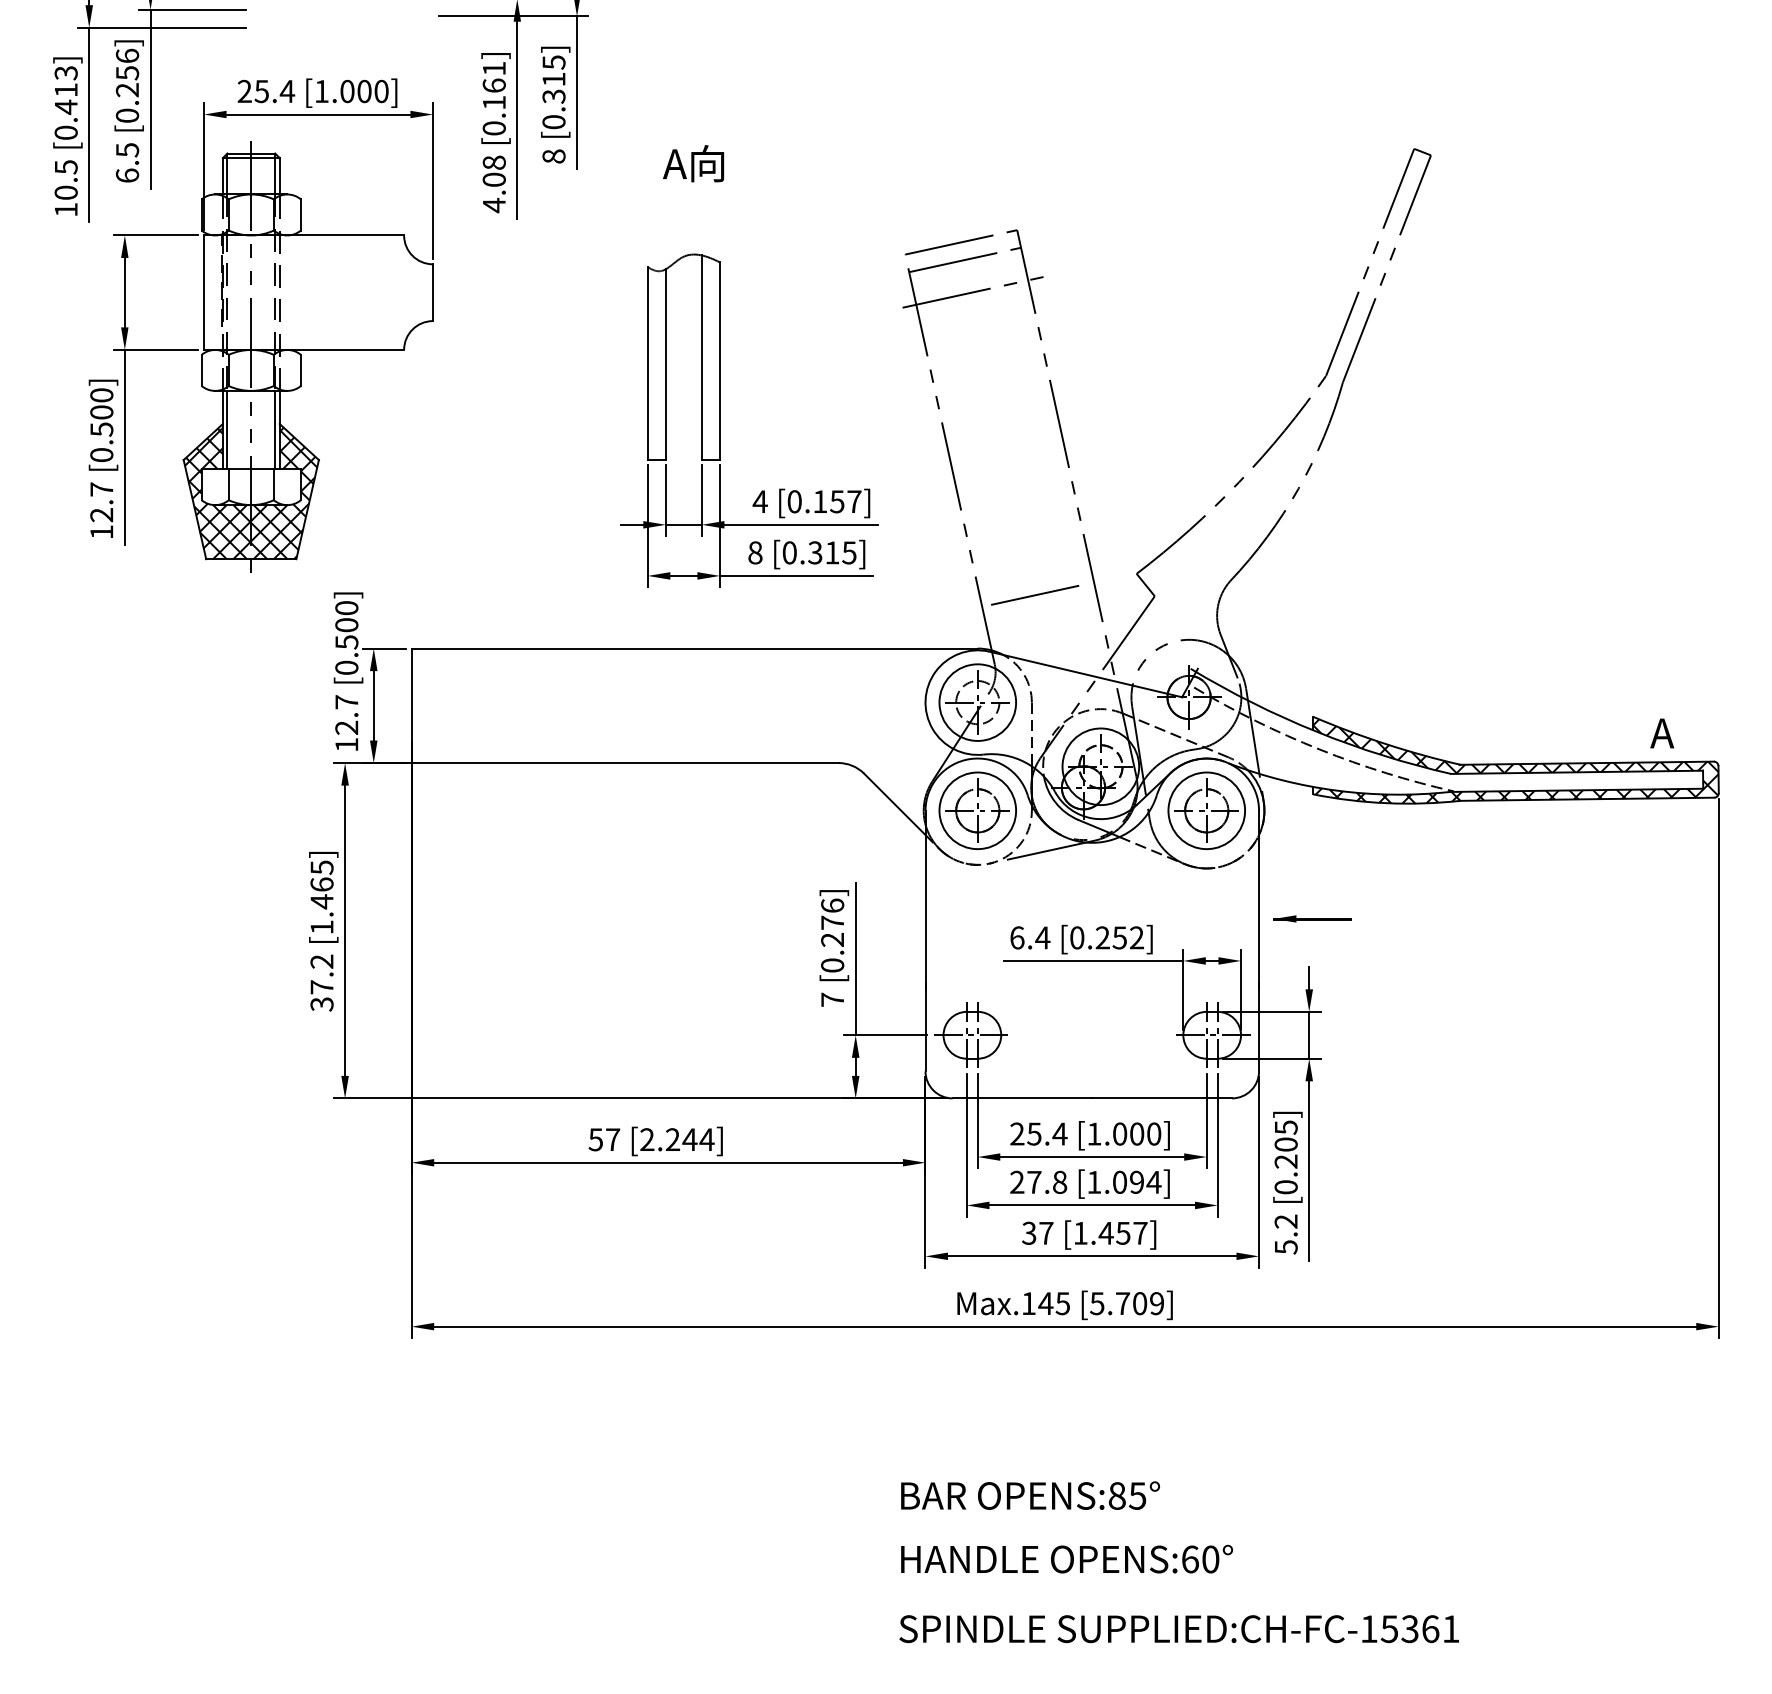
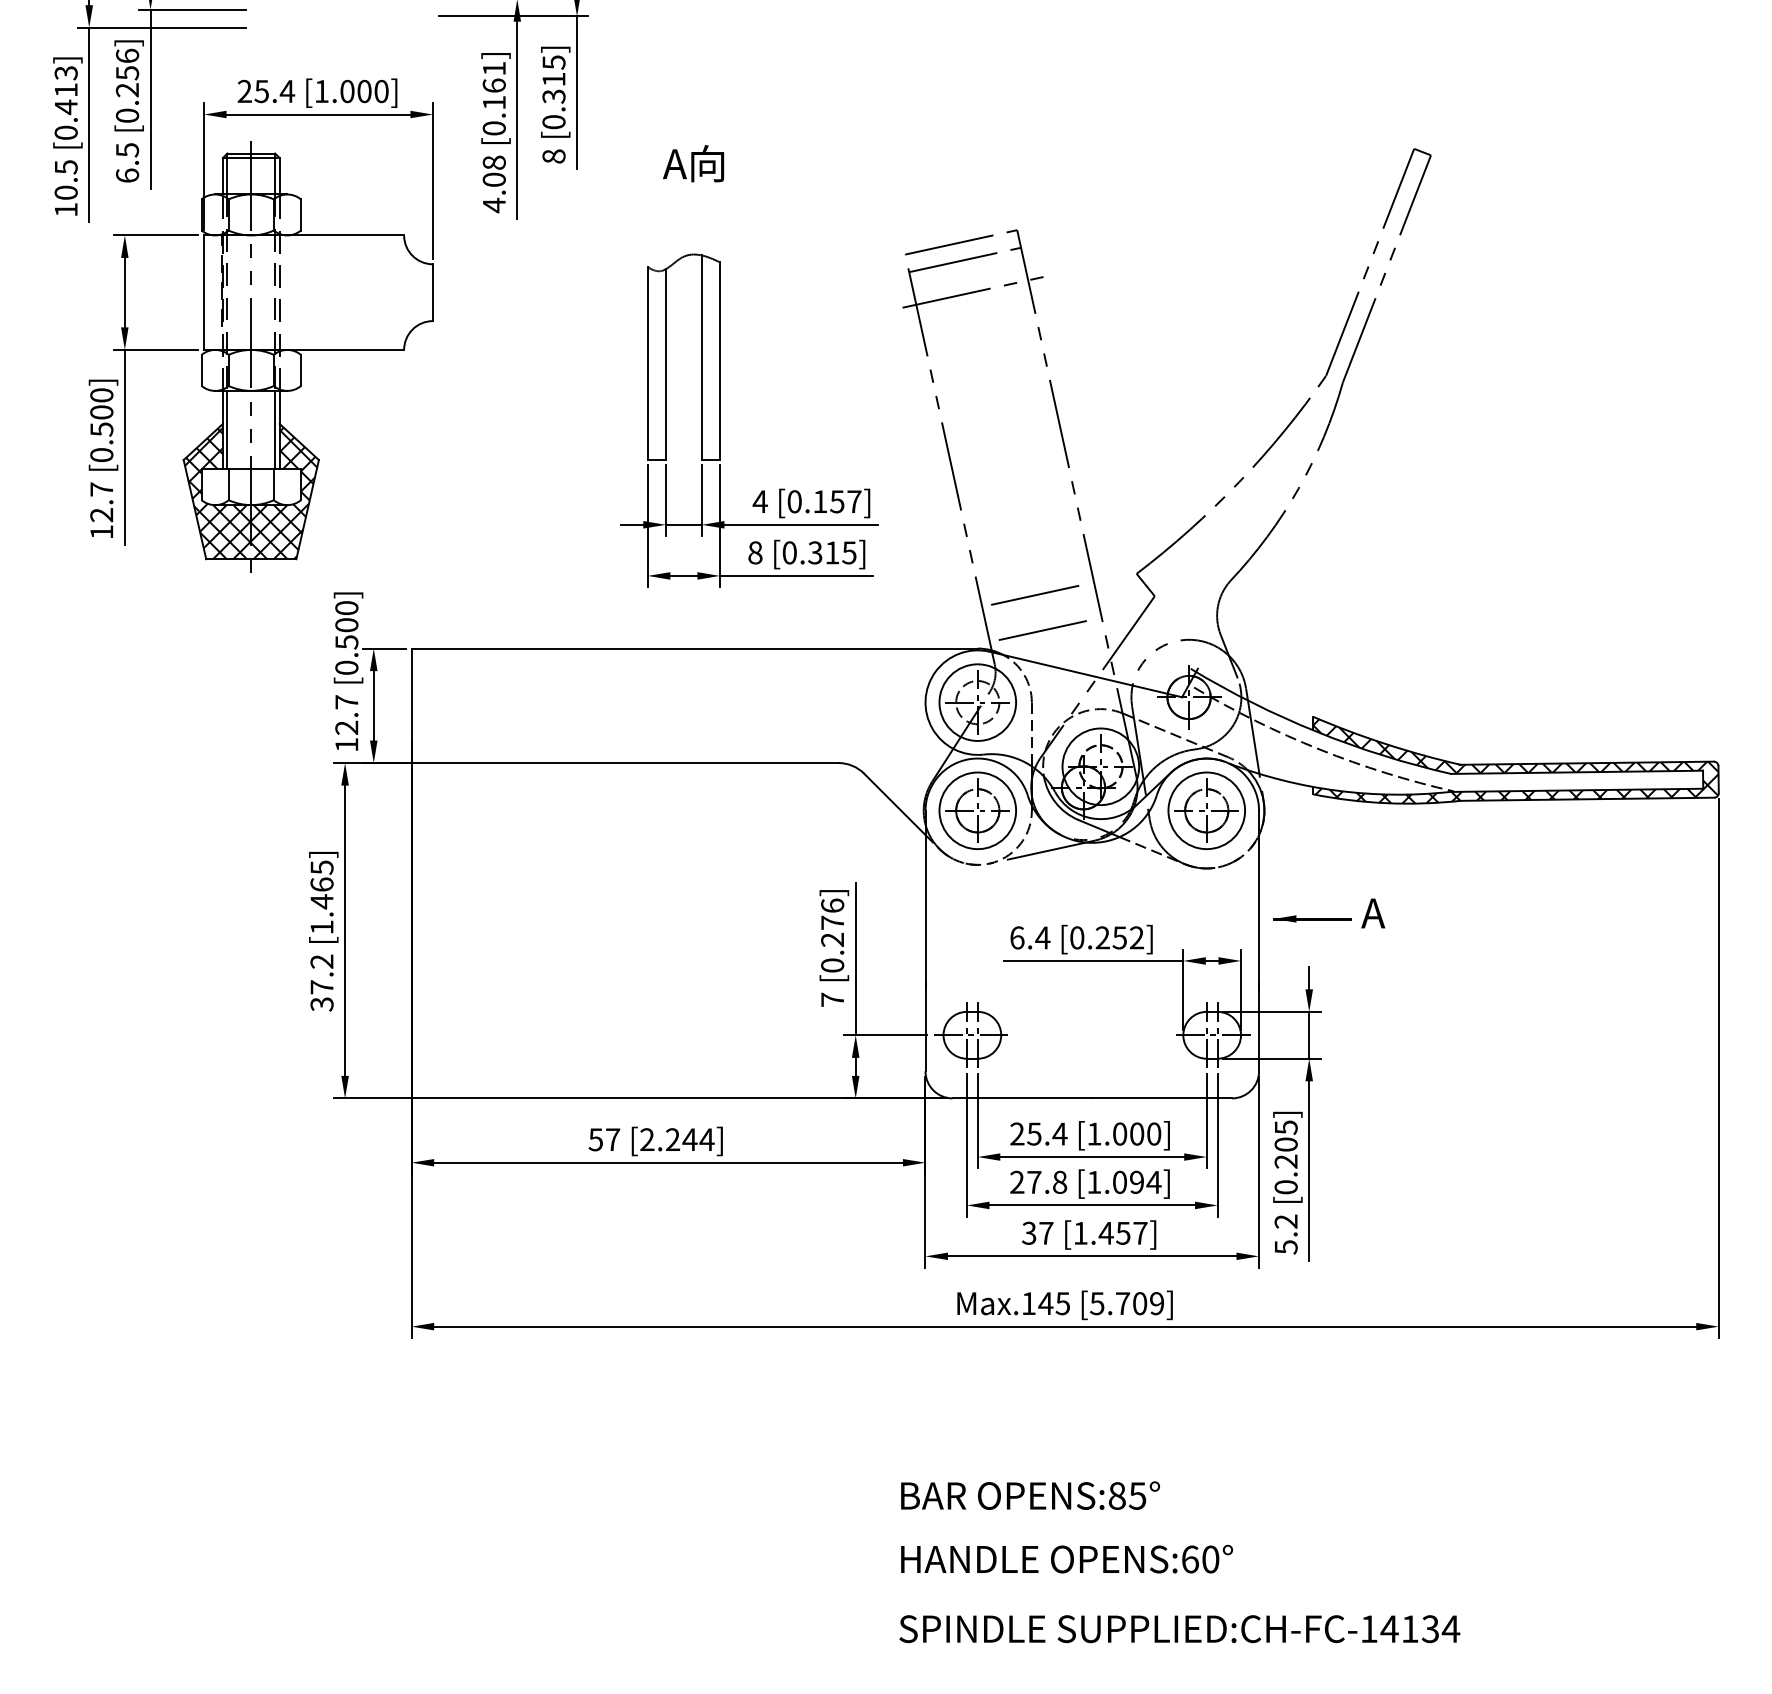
line at (1044, 629): none -> present
text at (1662, 733) position: (1662, 733) -> (1373, 913)
text at (1420, 1629): SUPPLIED:CH-FC-15361 -> SUPPLIED:CH-FC-14134
